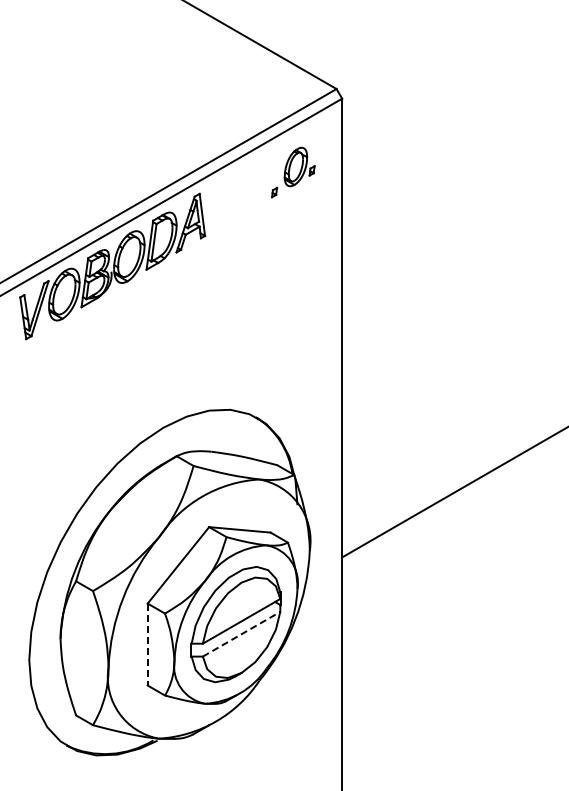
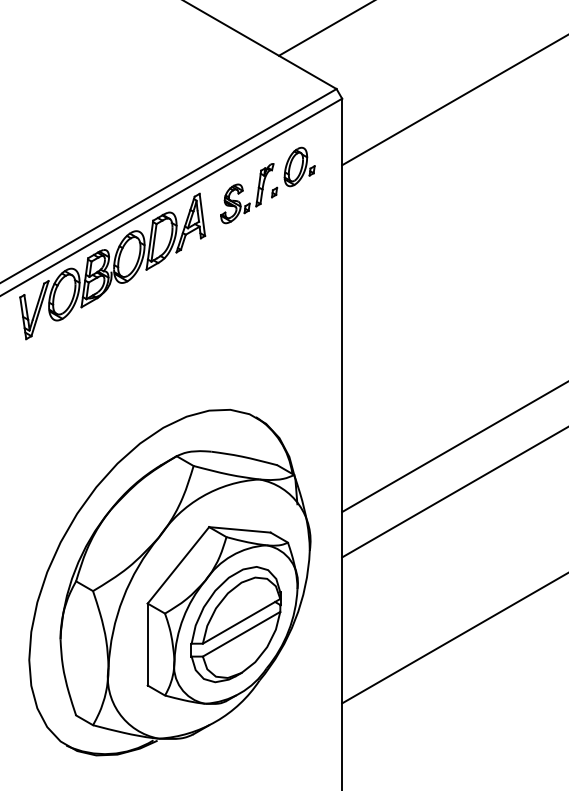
line at (324, 28): none -> present
line at (453, 100): none -> present
part at (247, 193): none -> present
line at (453, 447): none -> present
line at (241, 634): dashed -> solid
line at (453, 638): none -> present
line at (147, 644): dashed -> solid
